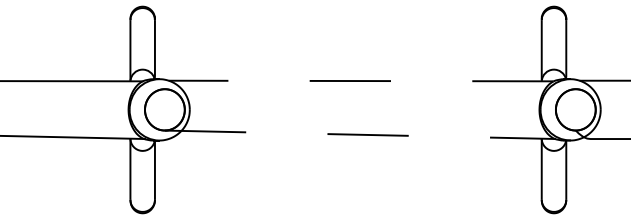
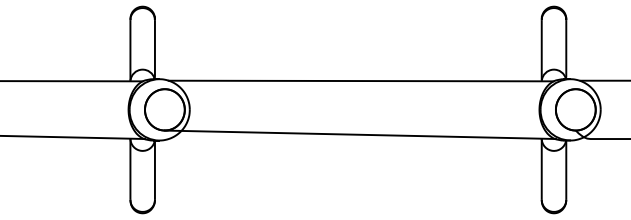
line at (360, 81): dashed -> solid
line at (360, 134): dashed -> solid
